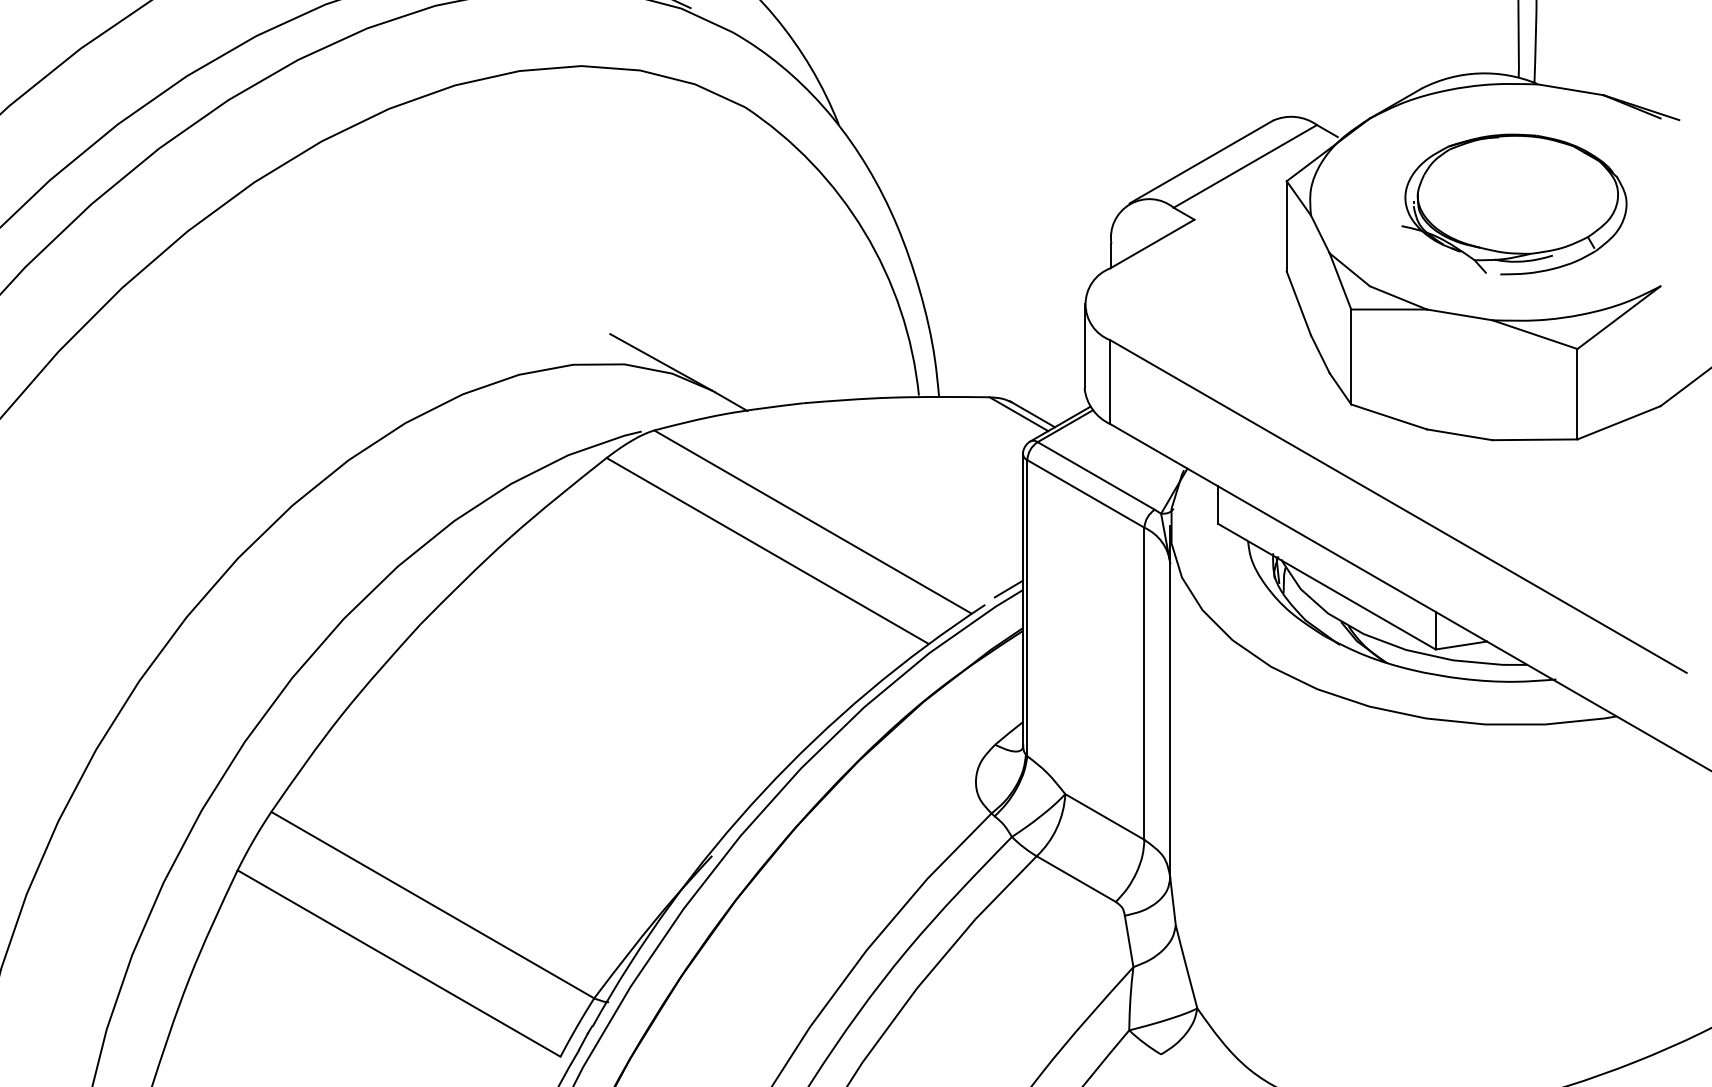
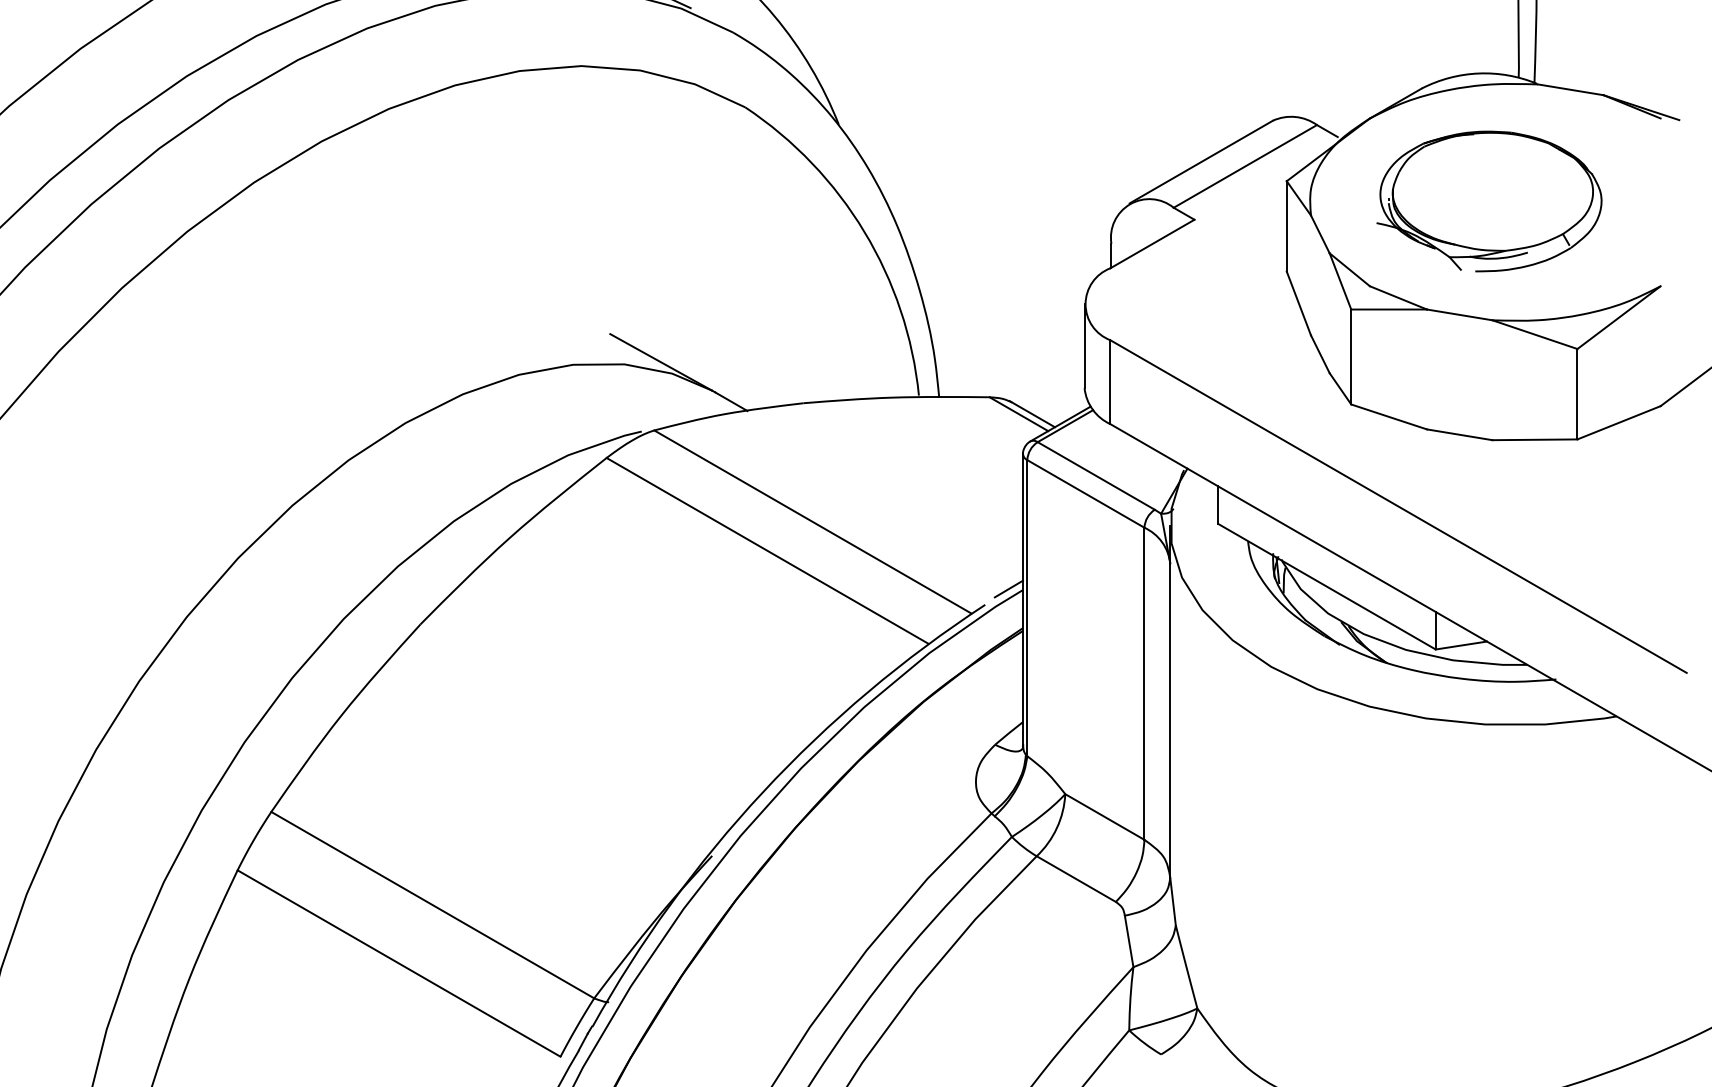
part at (1514, 204) position: (1514, 204) -> (1489, 201)
